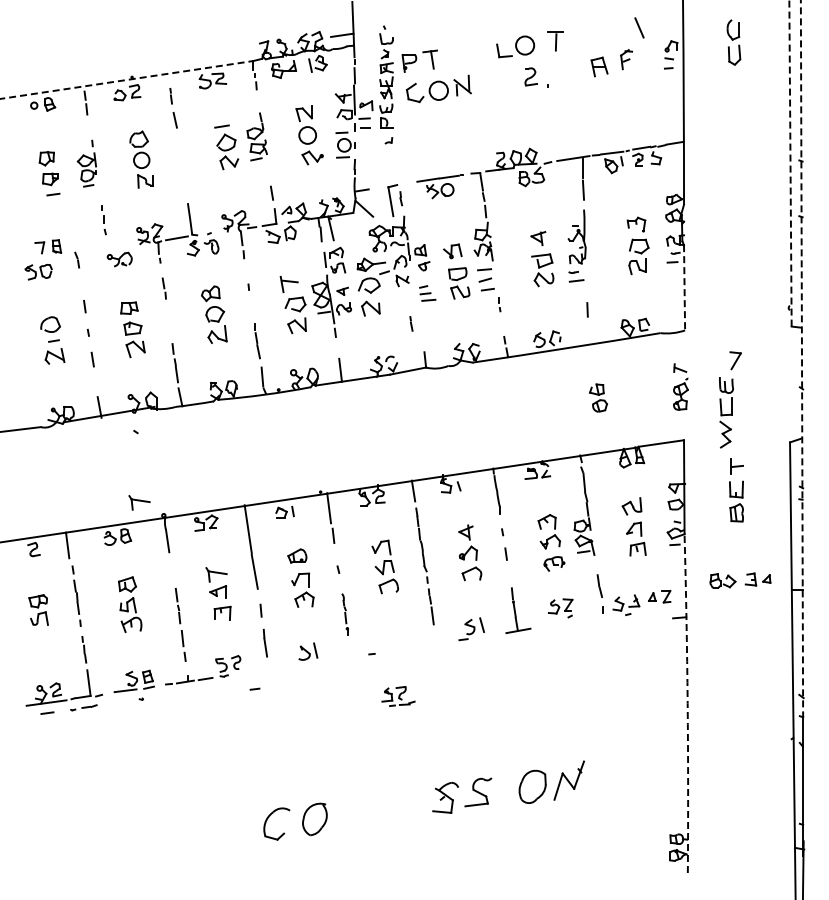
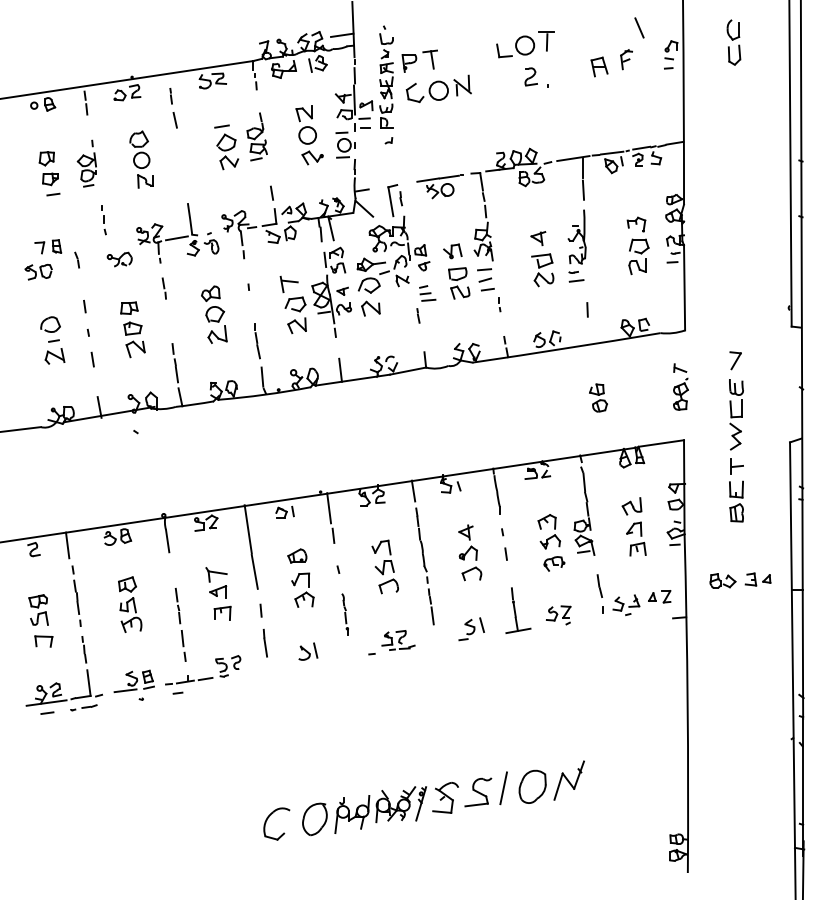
part at (555, 41) position: (555, 41) -> (546, 41)
line at (127, 79): dashed -> solid
line at (790, 163): dashed -> solid
line at (684, 287): dashed -> solid
line at (411, 323) position: (411, 323) -> (418, 315)
line at (802, 360): dashed -> solid
part at (726, 412) position: (726, 412) -> (736, 414)
part at (139, 502): present -> none
part at (560, 608) position: (560, 608) -> (558, 615)
part at (43, 641): none -> present
line at (254, 688) position: (254, 688) -> (177, 692)
part at (398, 696) position: (398, 696) -> (398, 640)
arc at (687, 703): dashed -> solid
line at (503, 788): none -> present
part at (380, 809): none -> present
